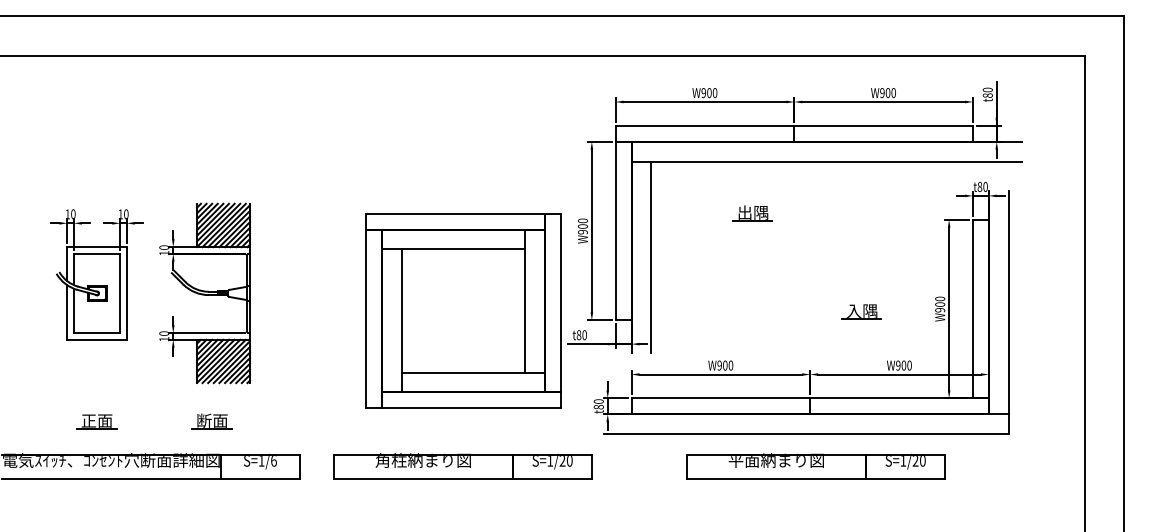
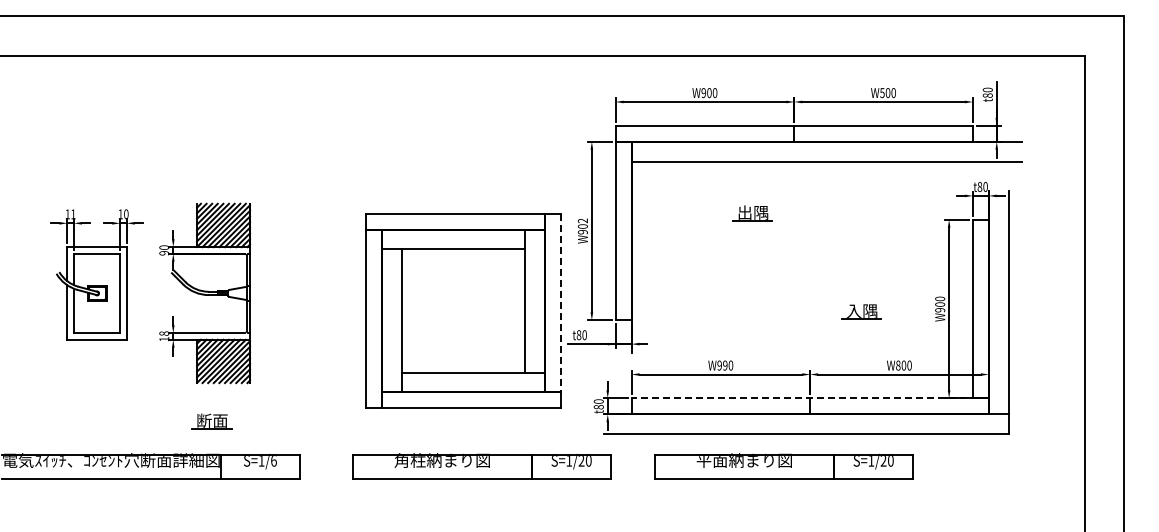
text at (882, 92): W900 -> W500
text at (73, 214): 10 -> 11
text at (582, 220): W900 -> W902
text at (164, 253): 10 -> 90
line at (651, 257): present -> none
line at (560, 303): solid -> dashed
text at (164, 333): 10 -> 18
text at (725, 365): W900 -> W990
text at (898, 365): W900 -> W800
line at (810, 398): solid -> dashed
part at (96, 421): present -> none
part at (462, 466) position: (462, 466) -> (481, 466)
part at (815, 466) position: (815, 466) -> (783, 466)
